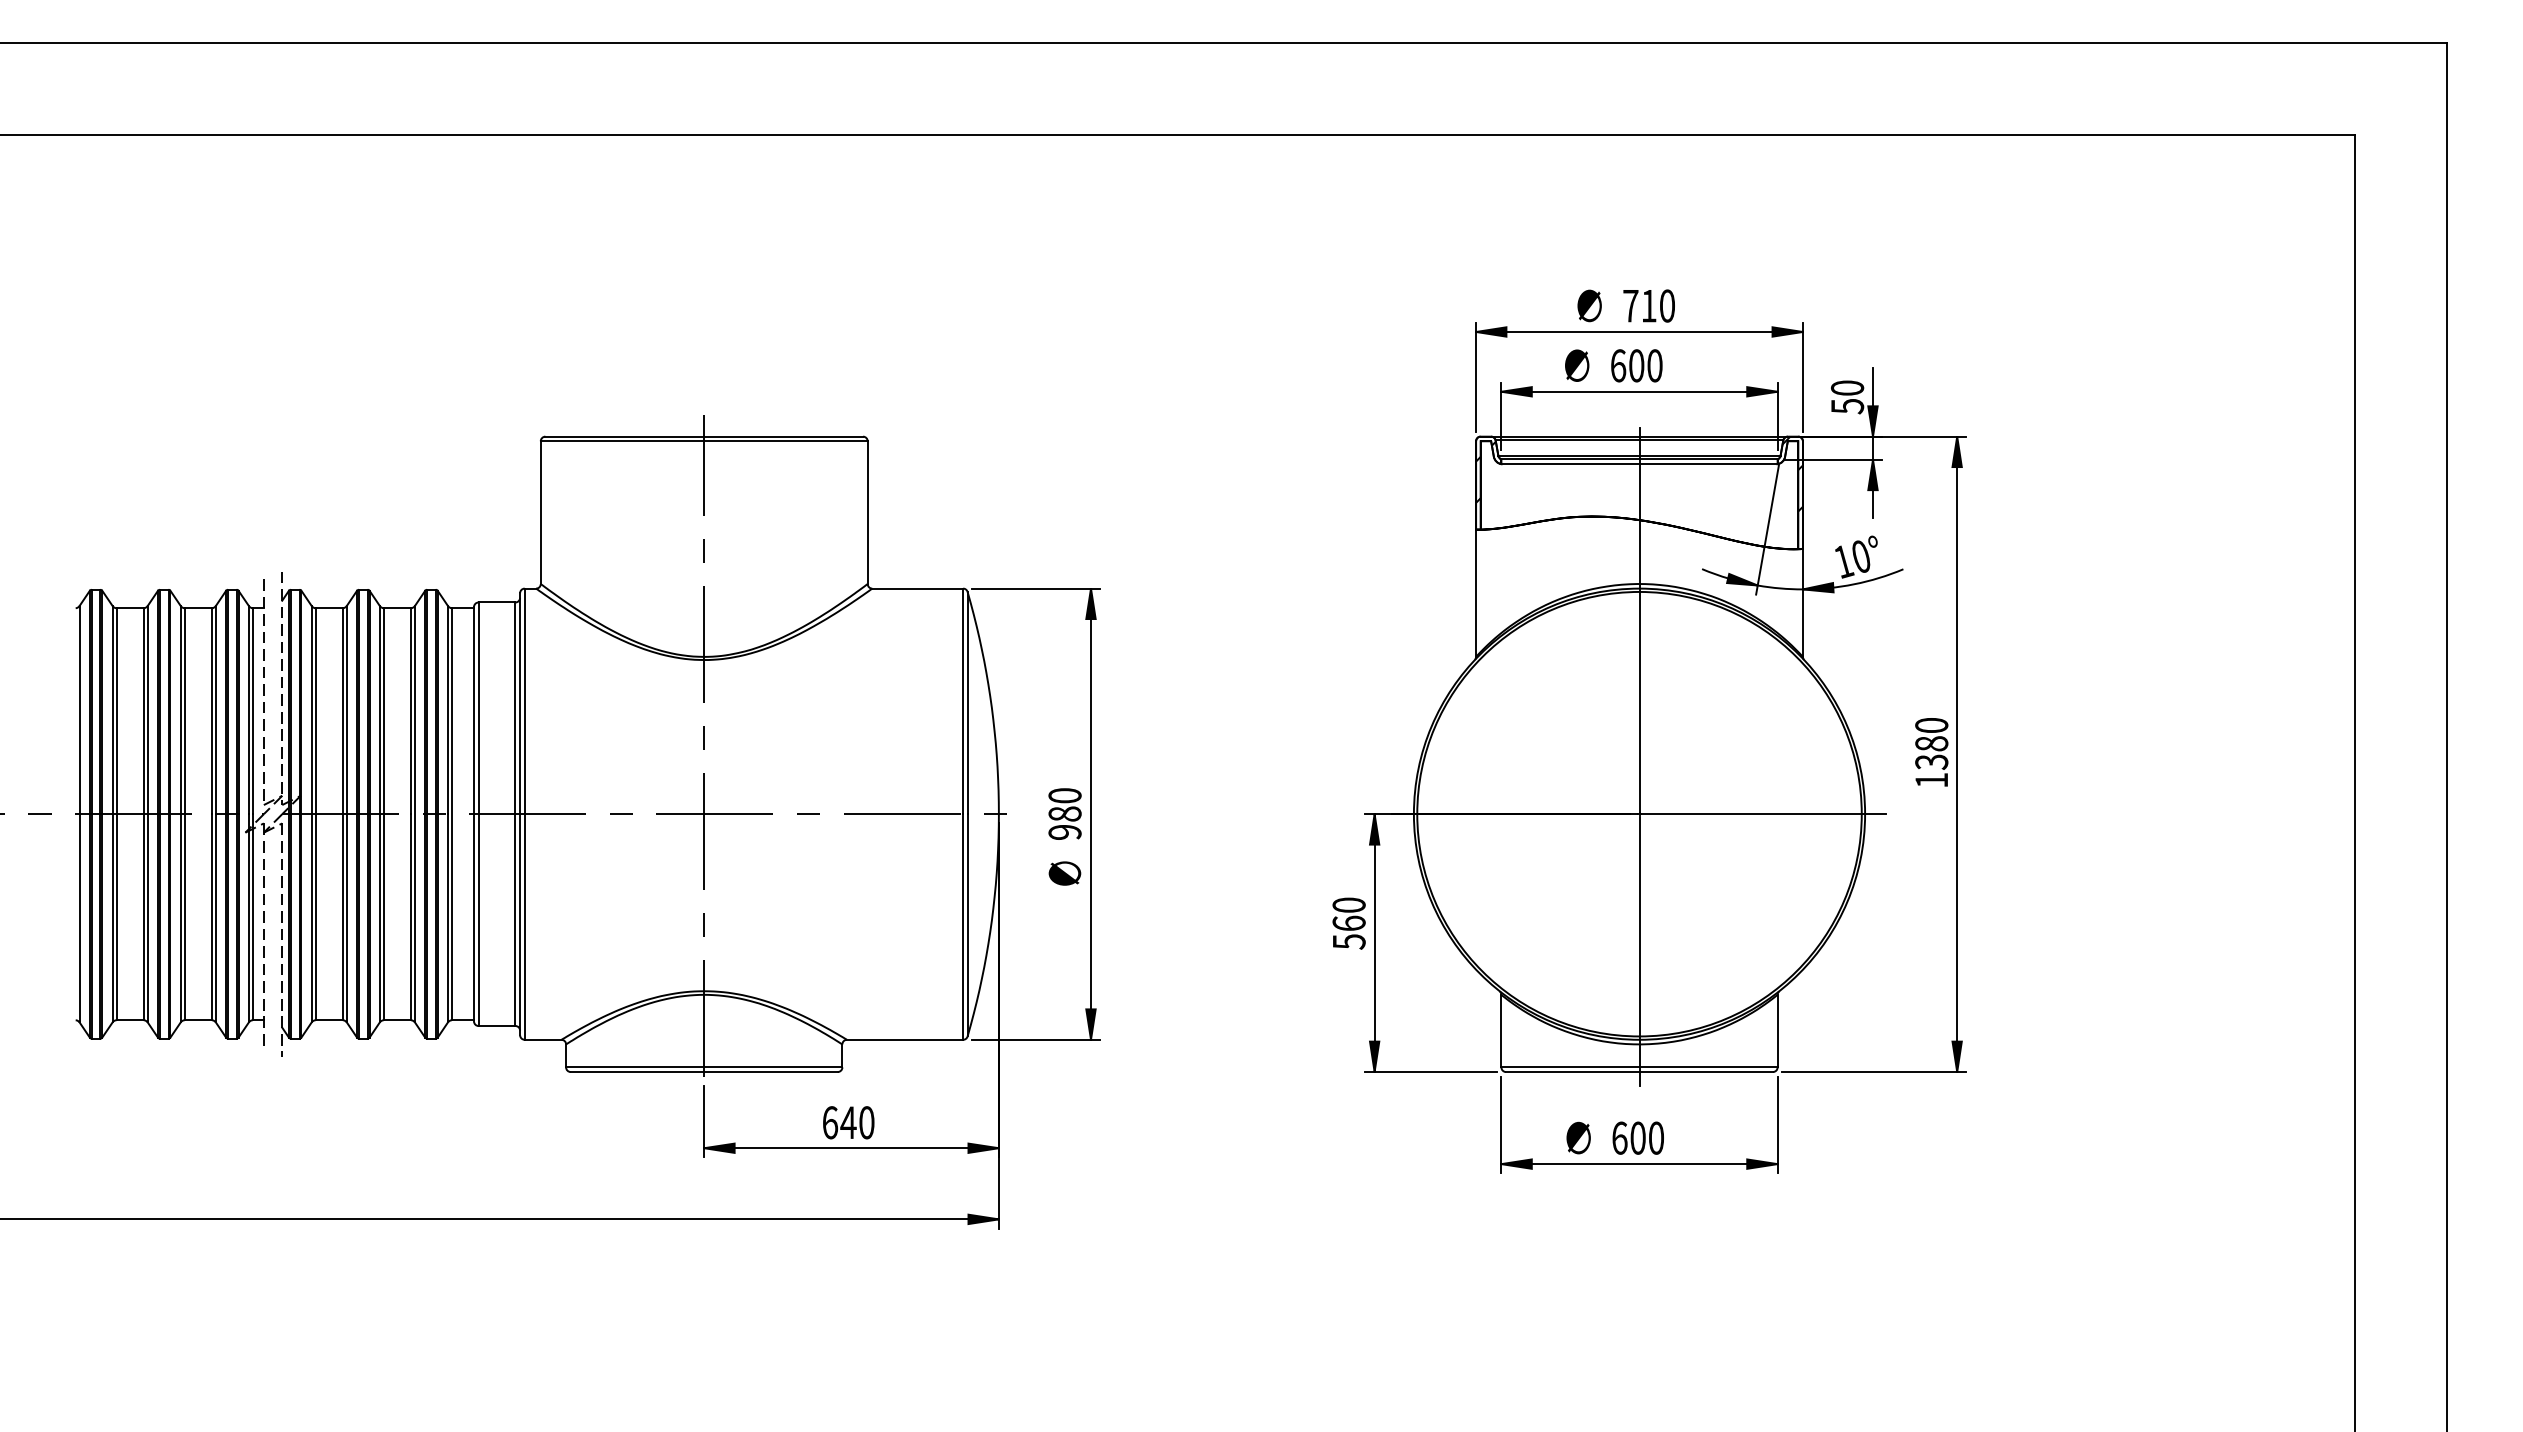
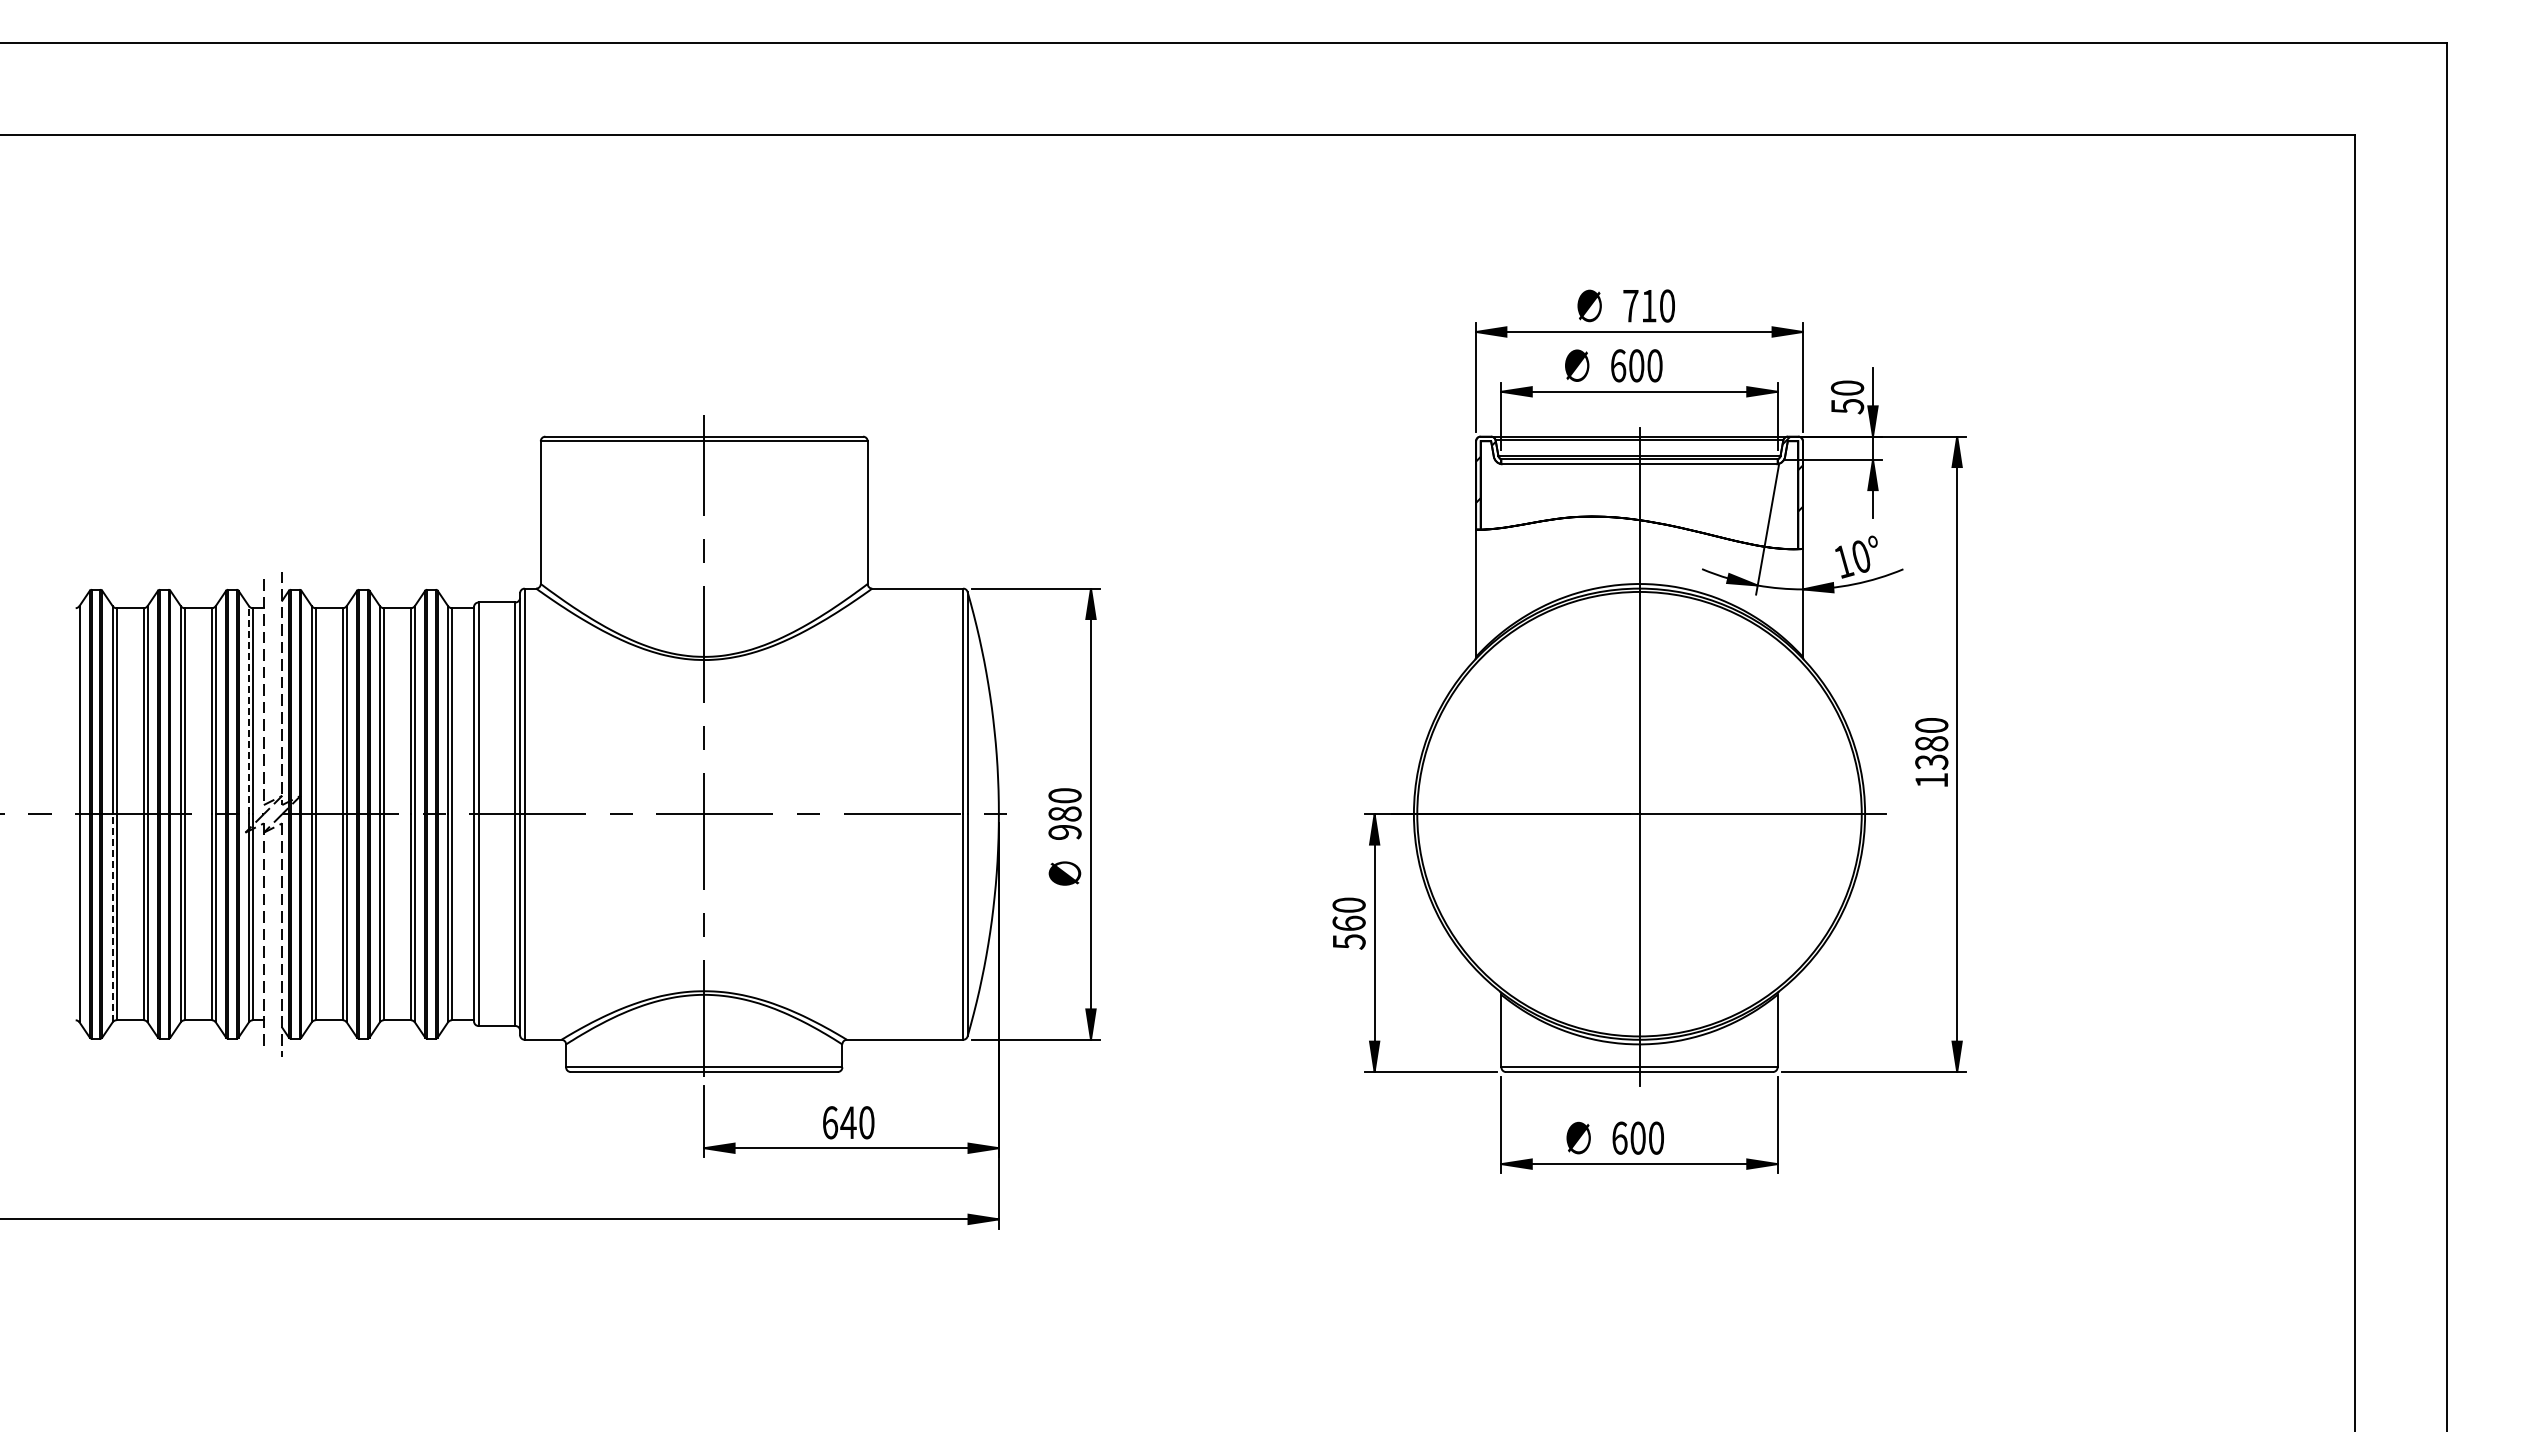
line at (248, 709): solid -> dashed
line at (112, 917): solid -> dashed
